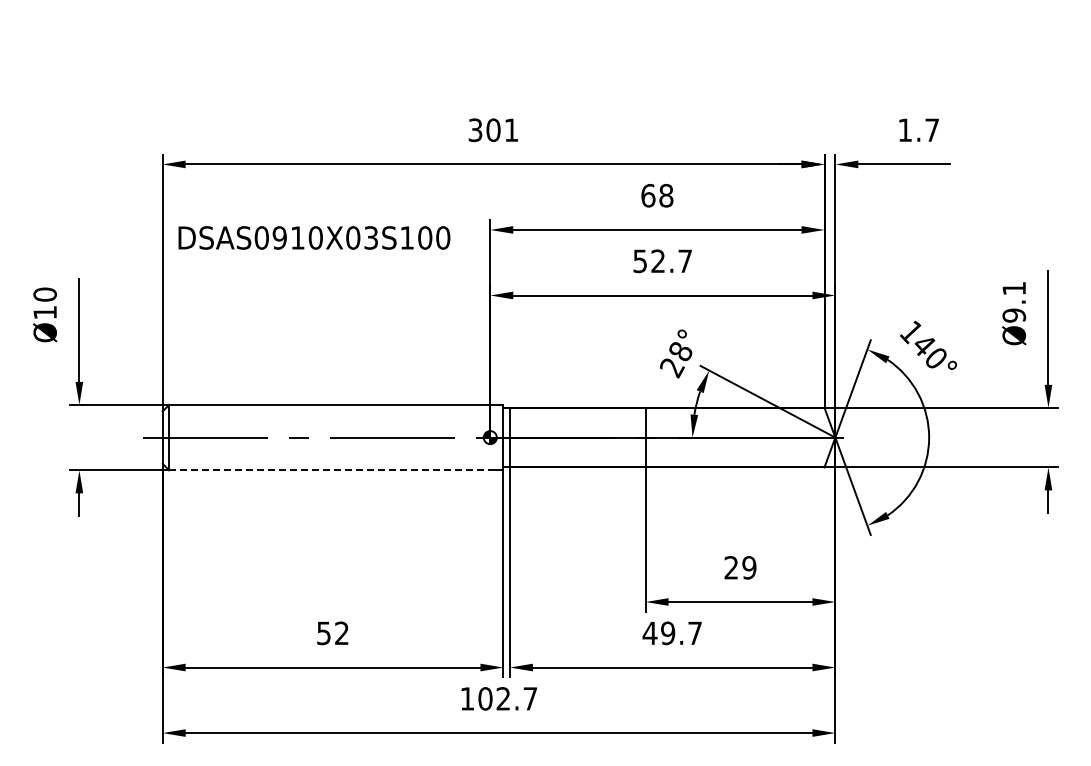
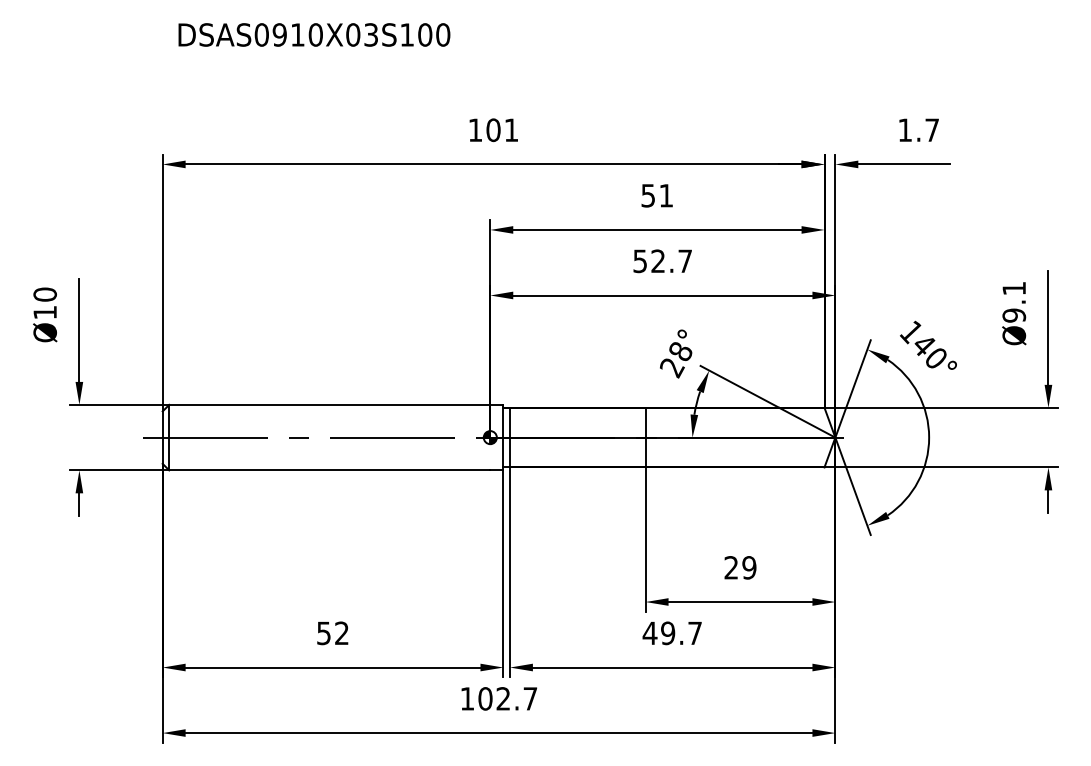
text at (475, 130): 301 -> 101
text at (657, 195): 68 -> 51
text at (314, 237) position: (314, 237) -> (314, 34)
line at (329, 470): dashed -> solid
